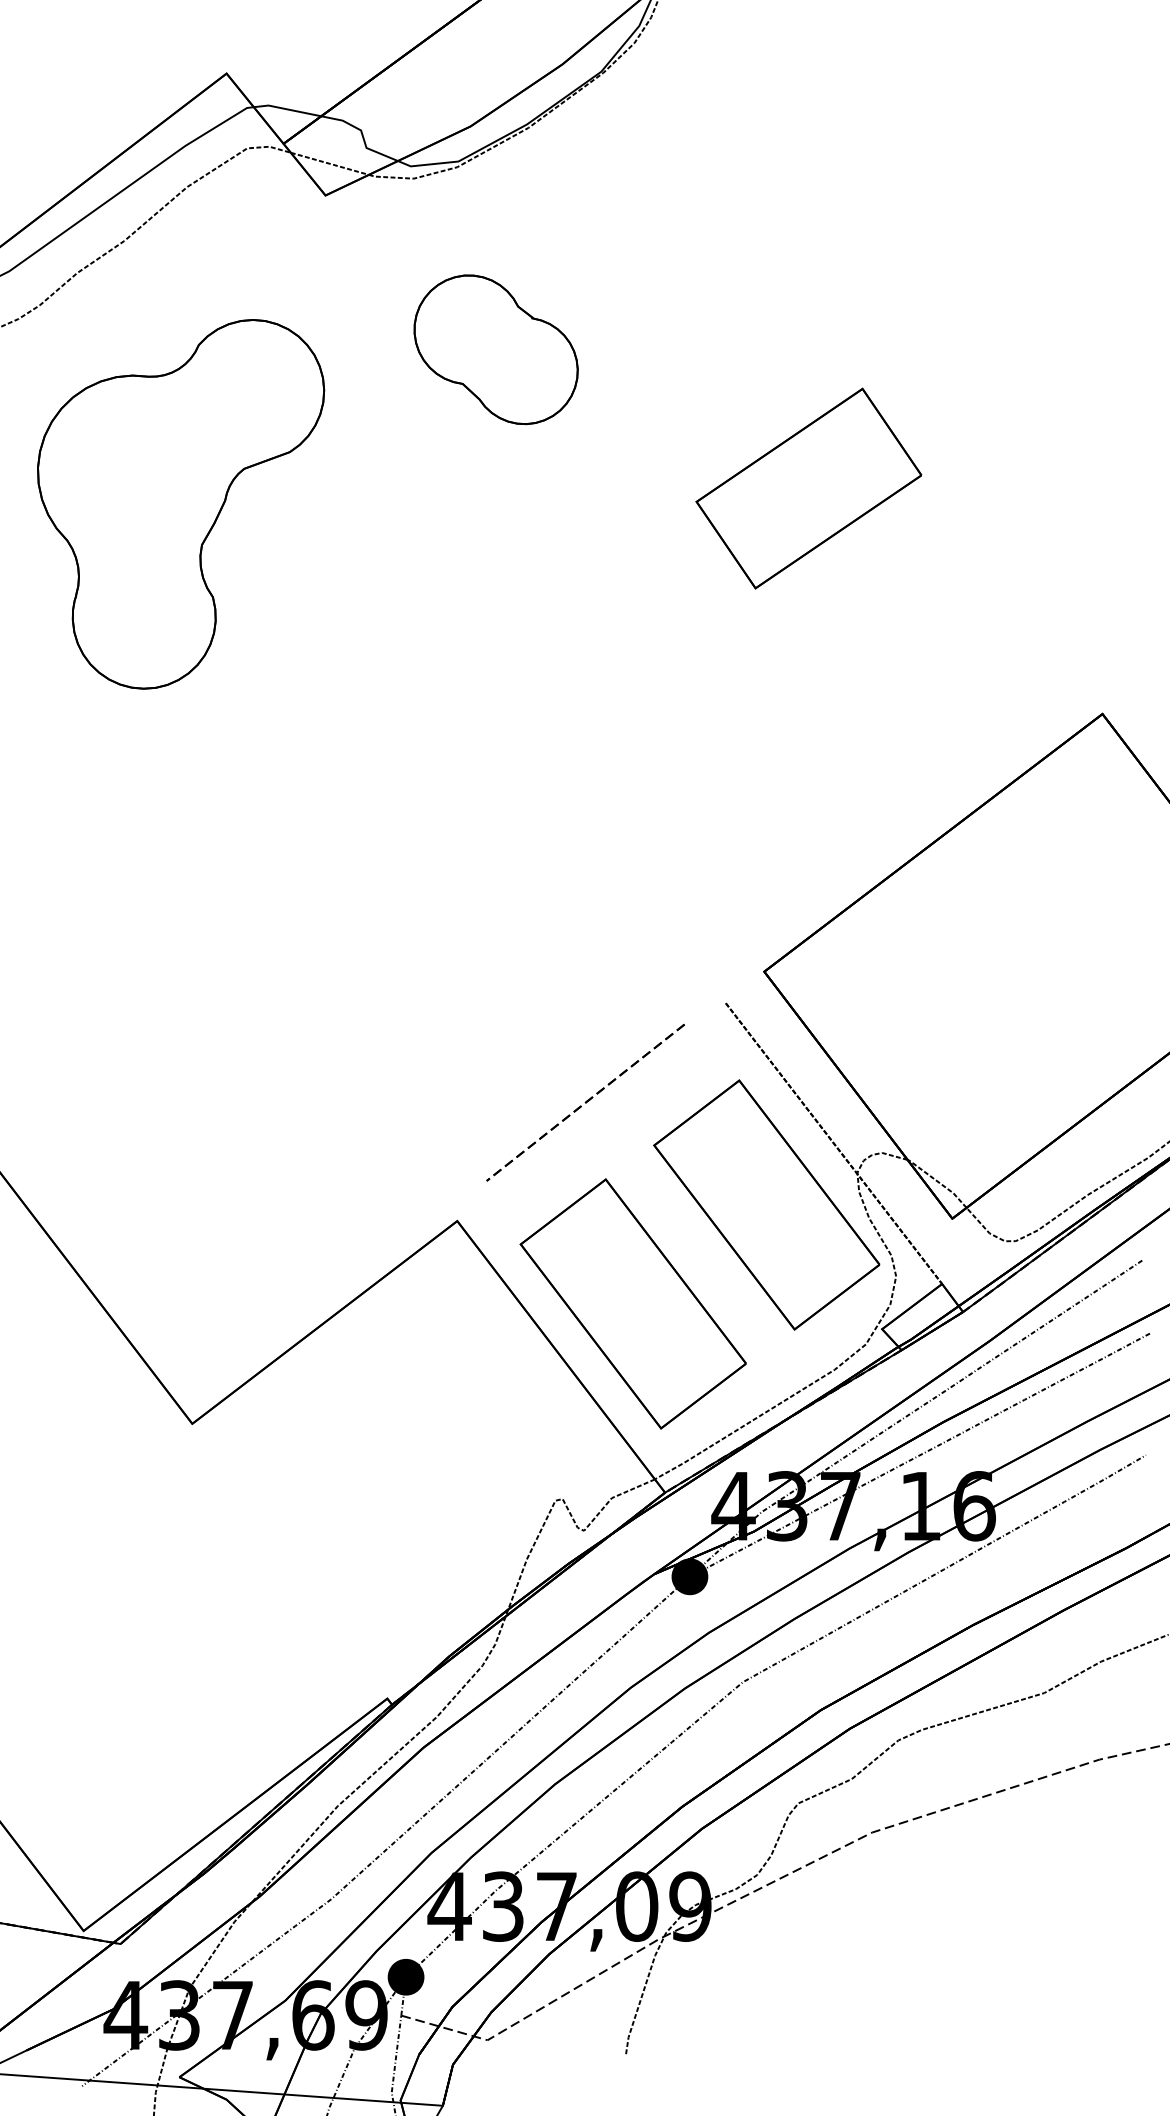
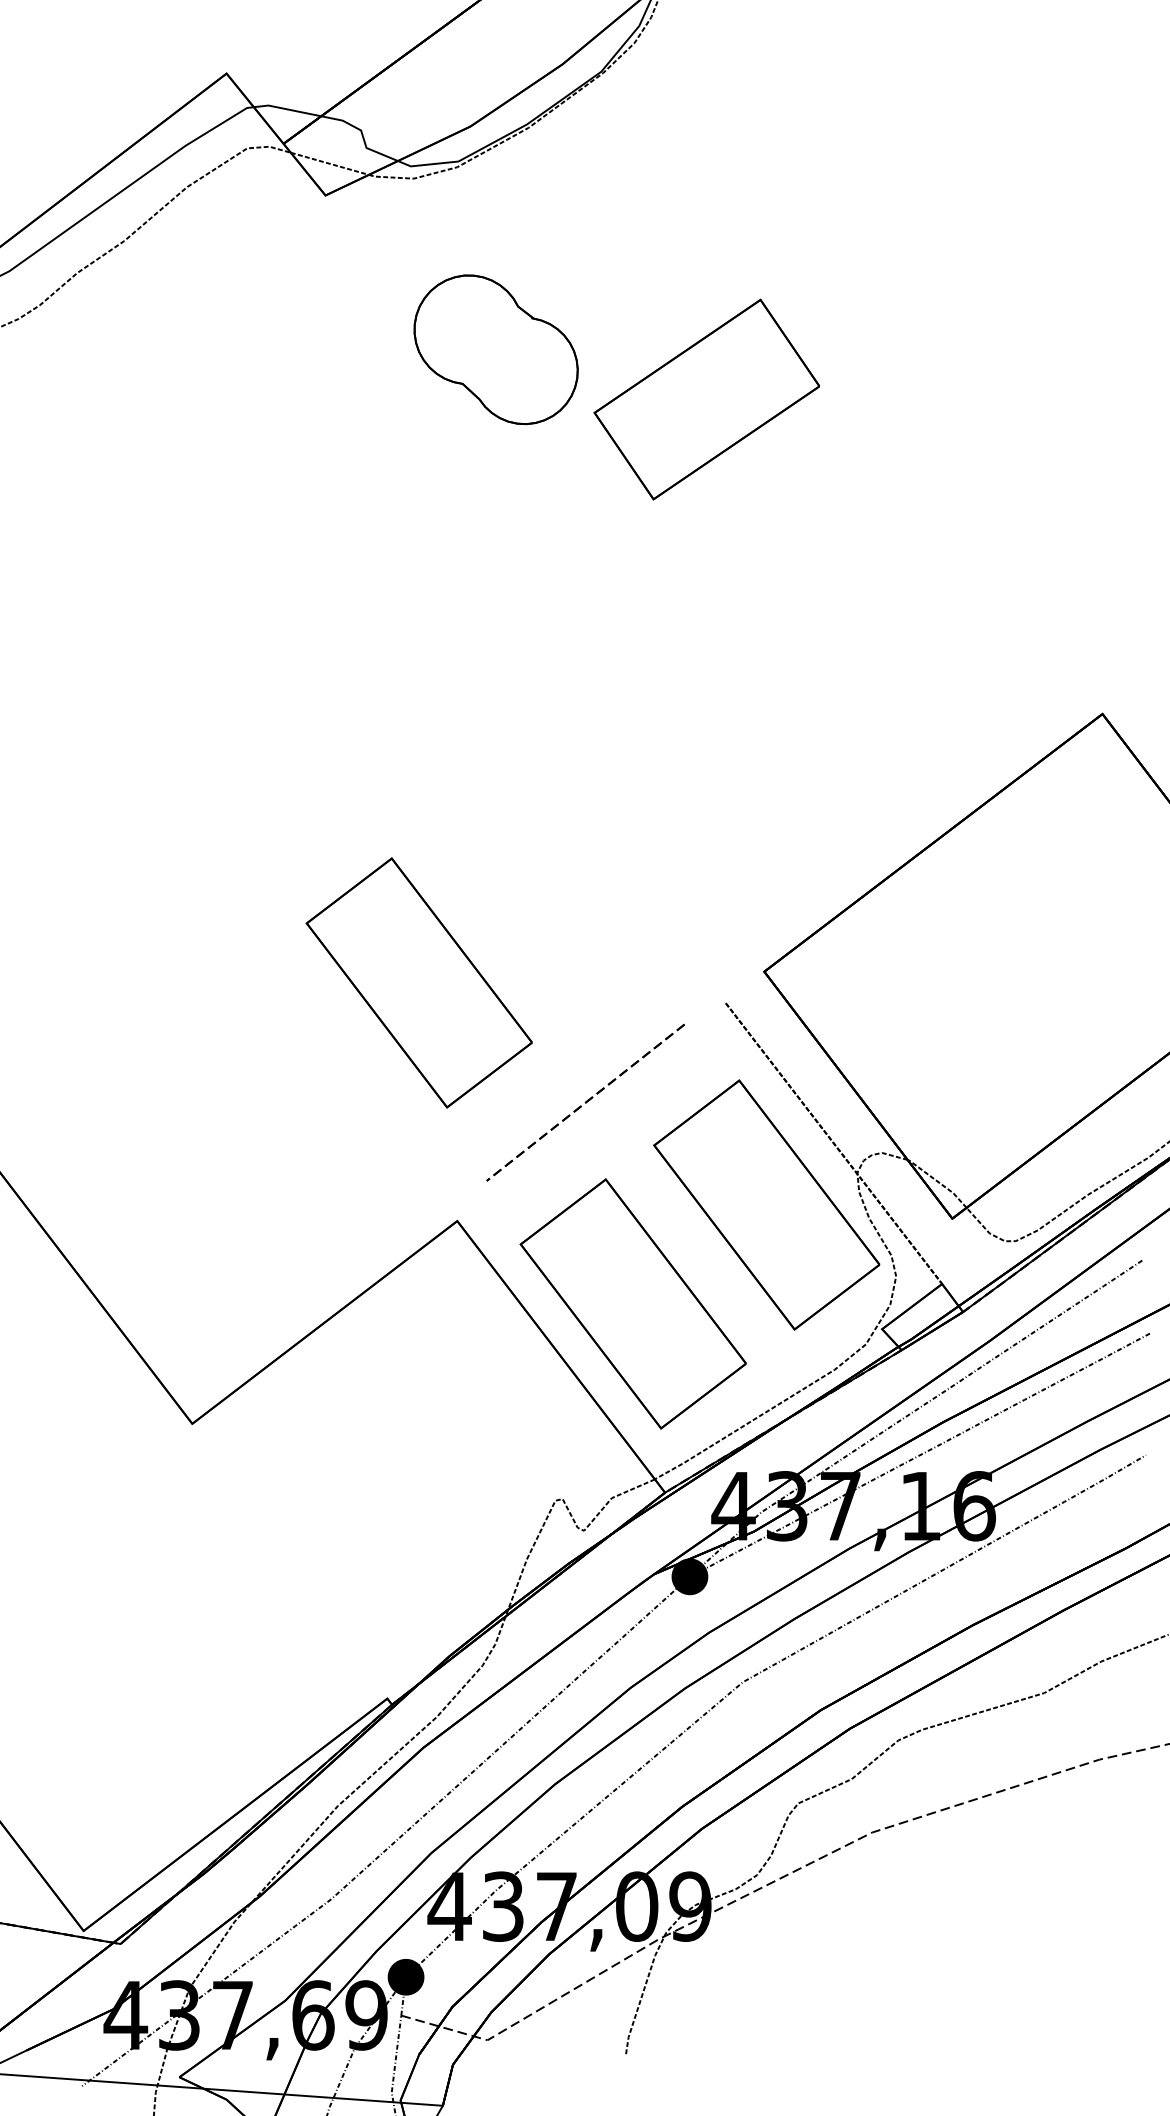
part at (808, 488) position: (808, 488) -> (706, 399)
part at (181, 504): present -> none
part at (418, 982): none -> present
